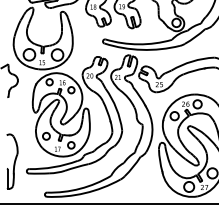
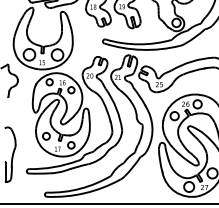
part at (12, 161) position: (12, 161) -> (10, 154)
